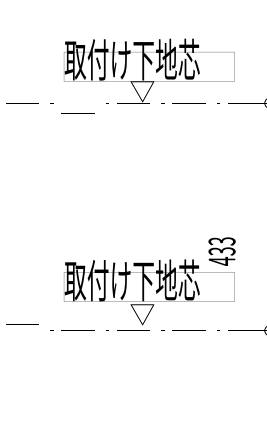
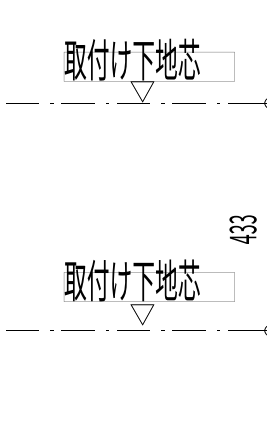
line at (77, 113) position: (77, 113) -> (77, 103)
text at (221, 251) position: (221, 251) -> (242, 229)
line at (22, 324) position: (22, 324) -> (22, 330)
